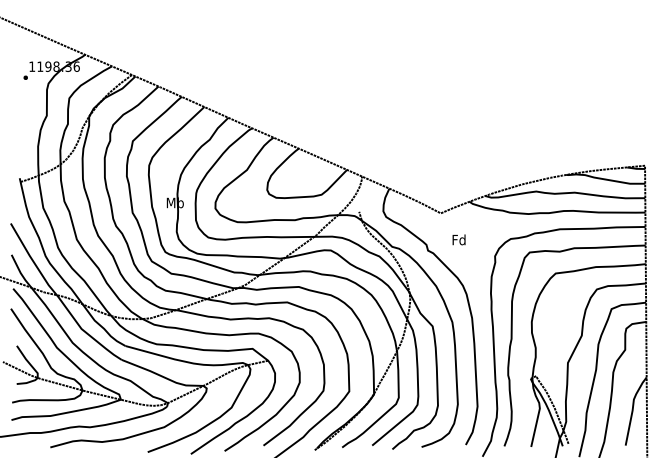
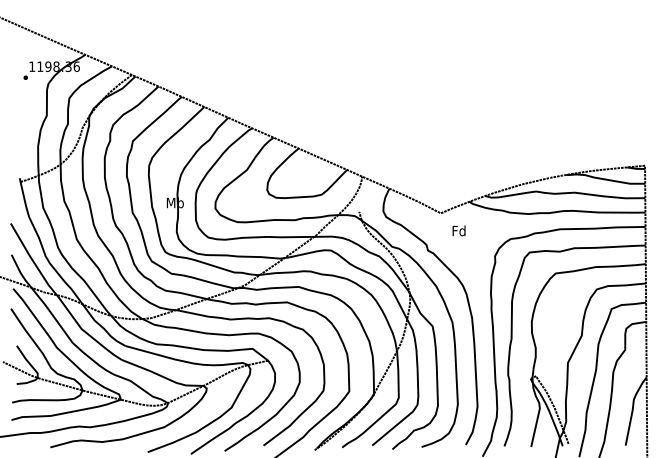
text at (458, 239) position: (458, 239) -> (458, 230)
